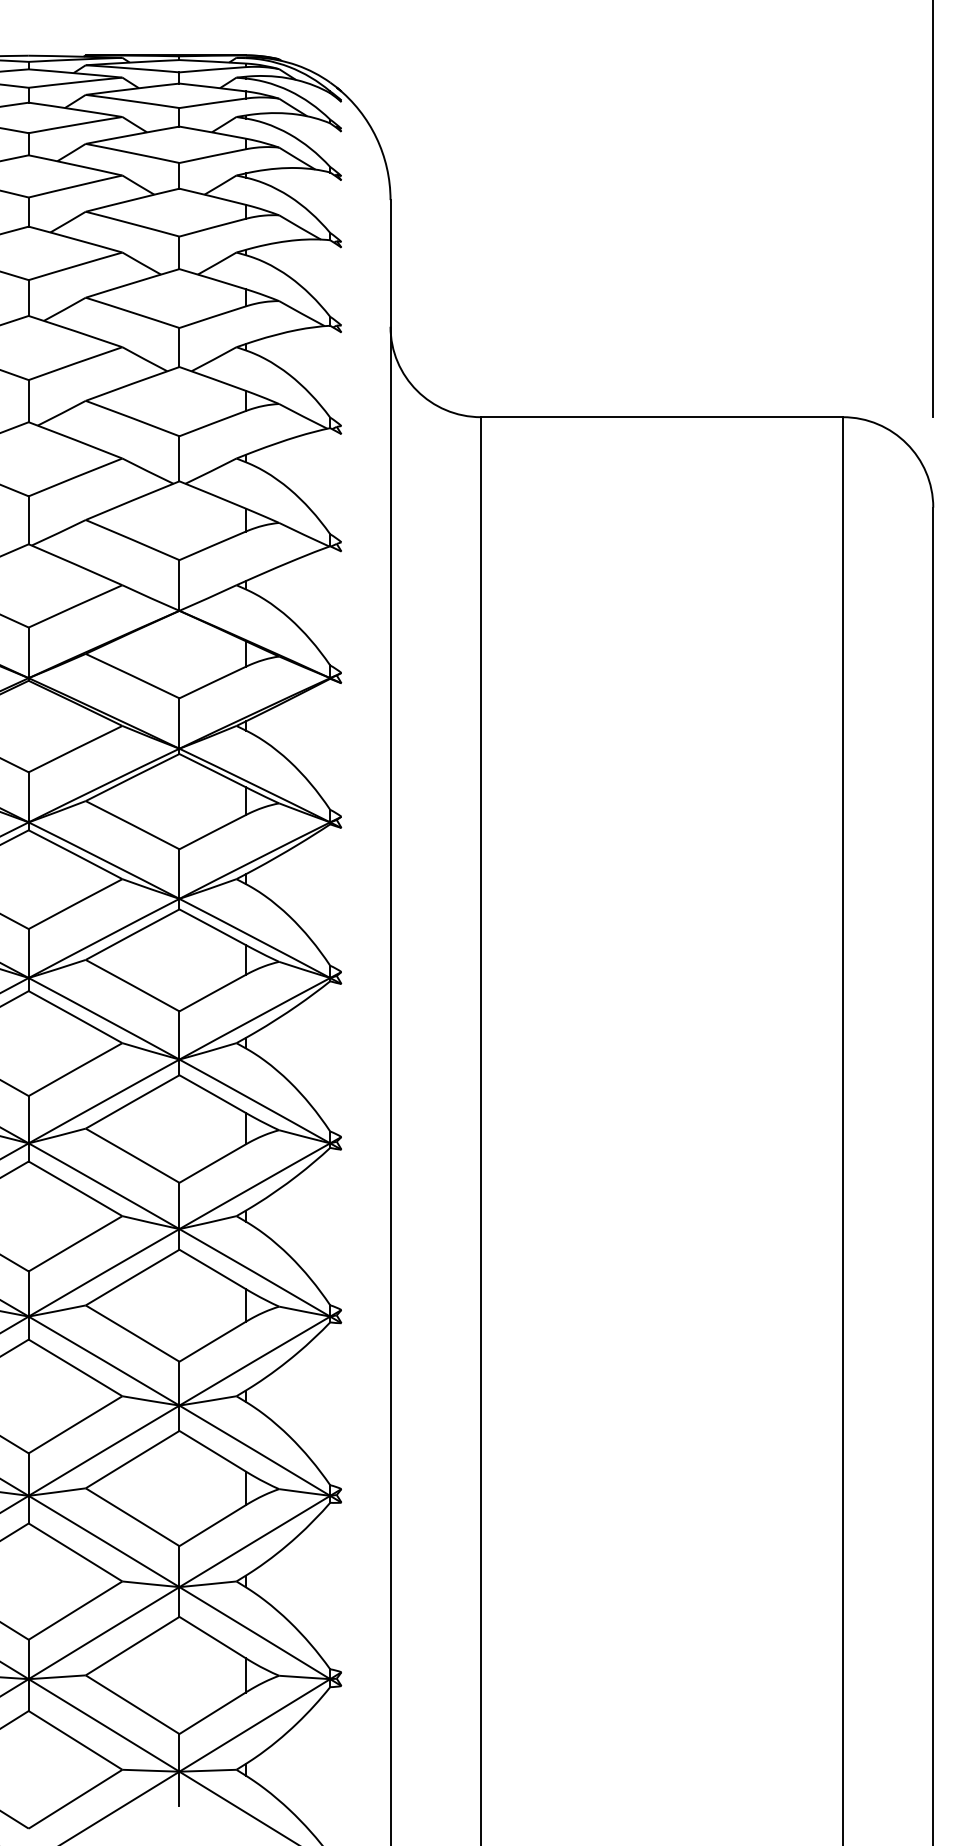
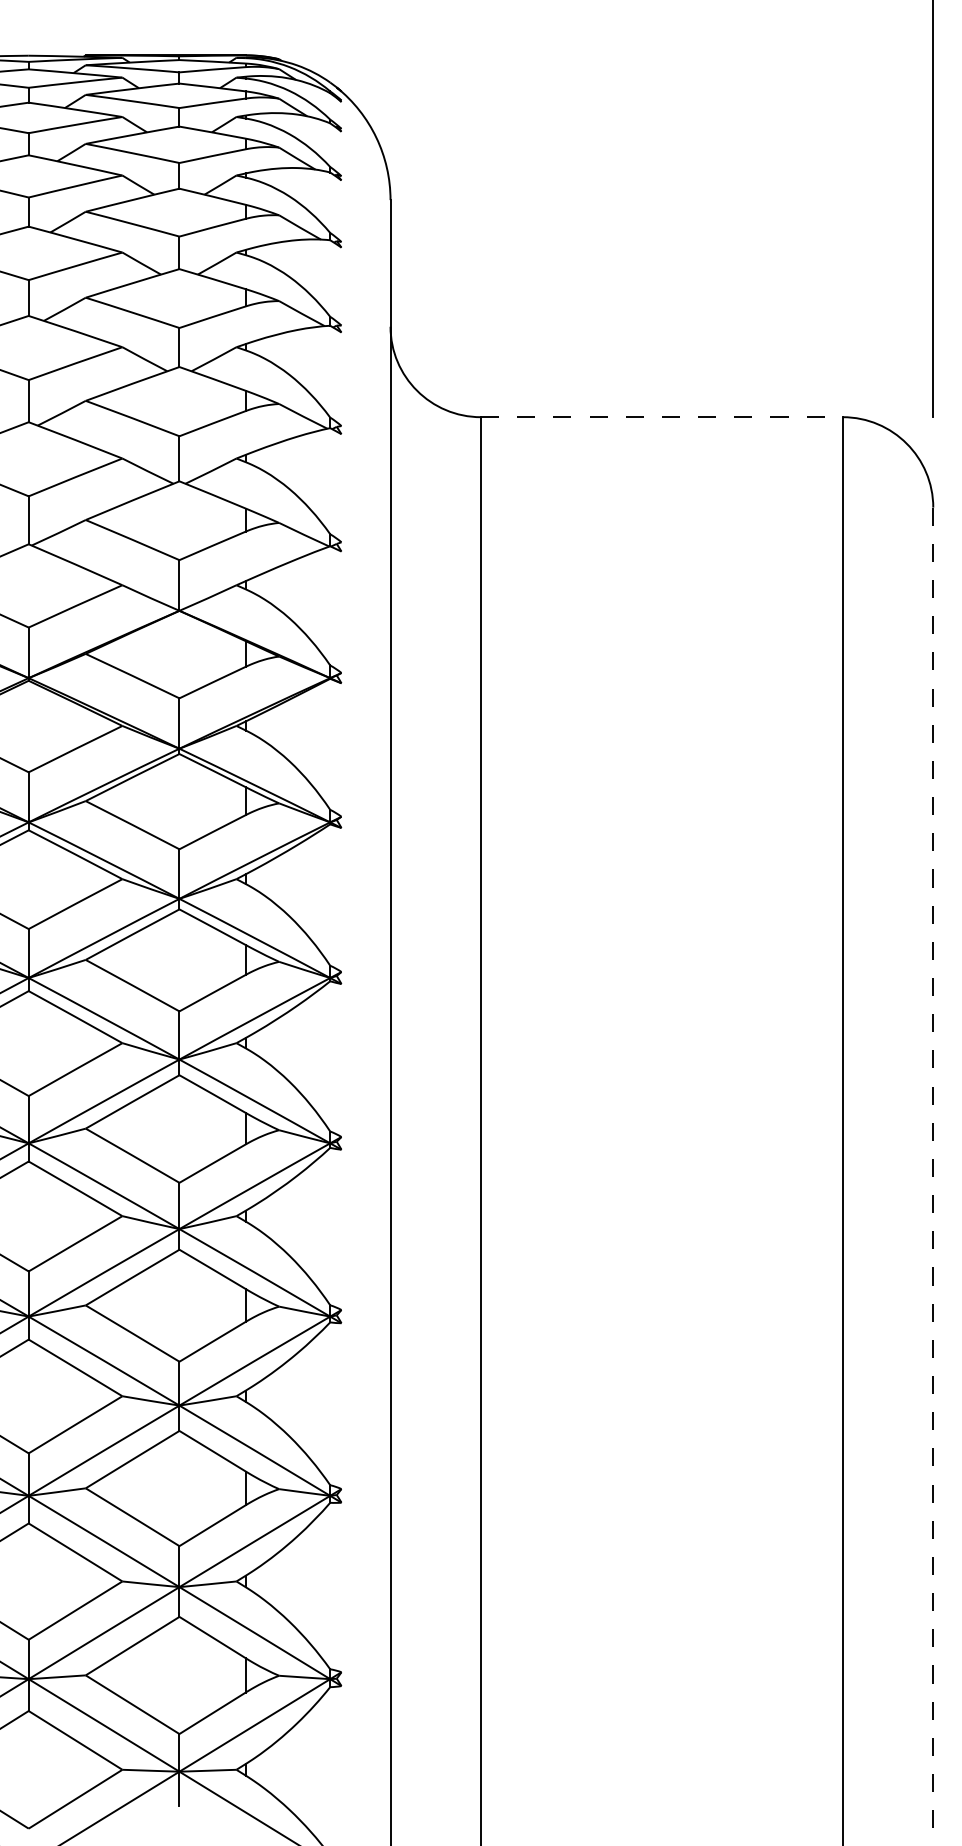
line at (661, 417): solid -> dashed
line at (933, 1176): solid -> dashed
